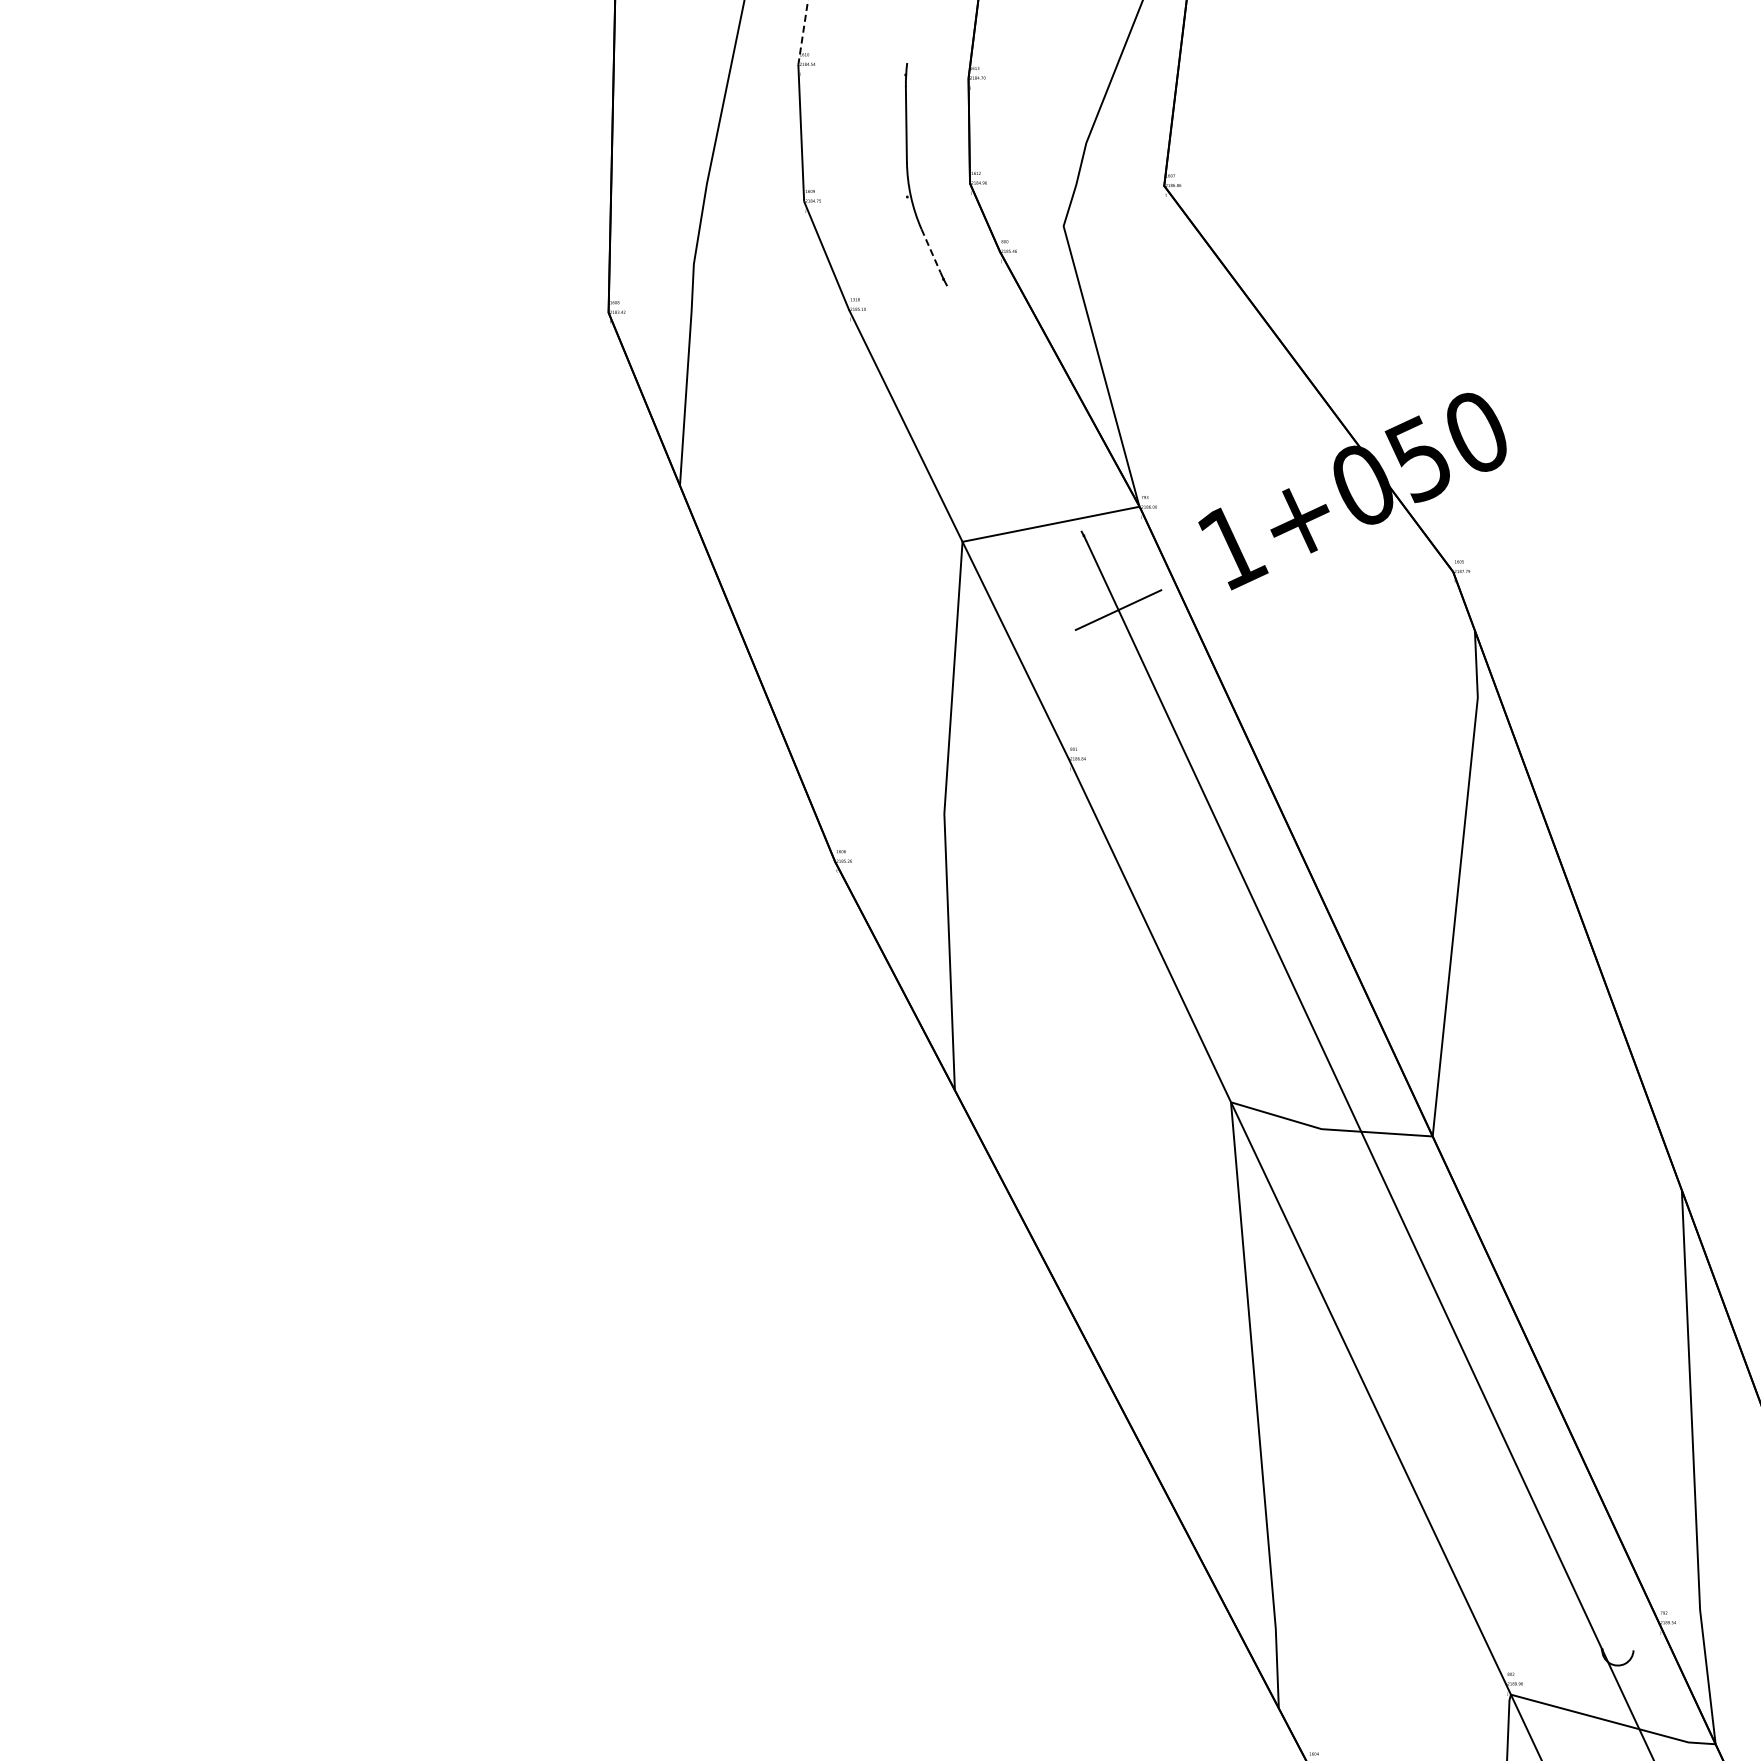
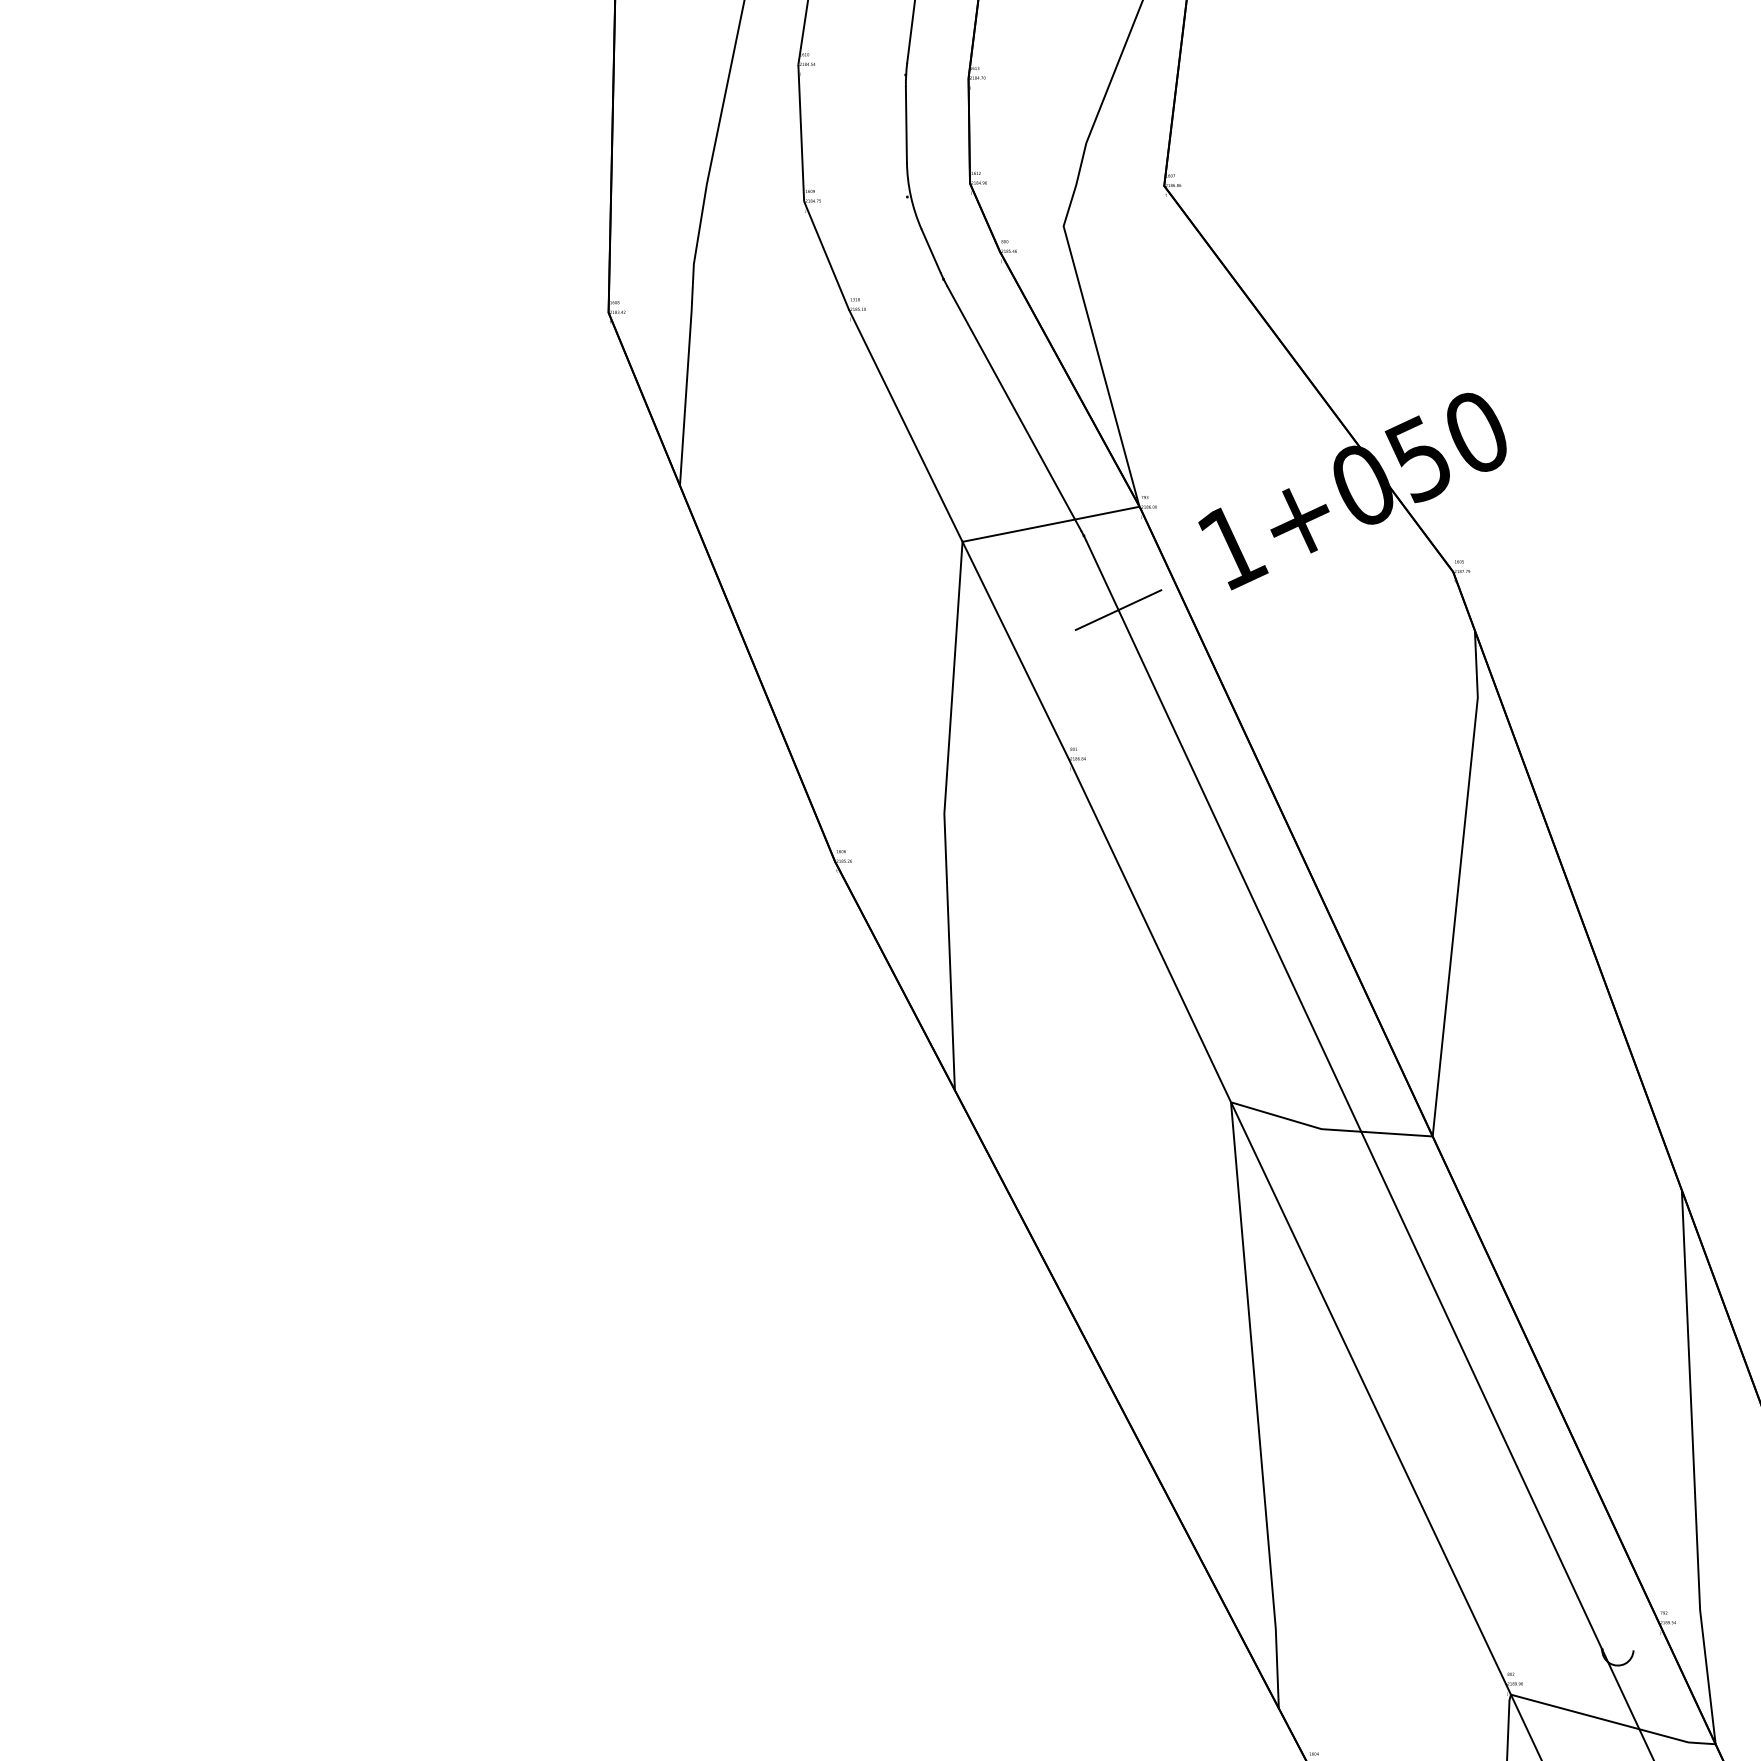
line at (910, 32): none -> present
line at (803, 33): dashed -> solid
line at (931, 250): dashed -> solid
line at (1014, 408): none -> present
